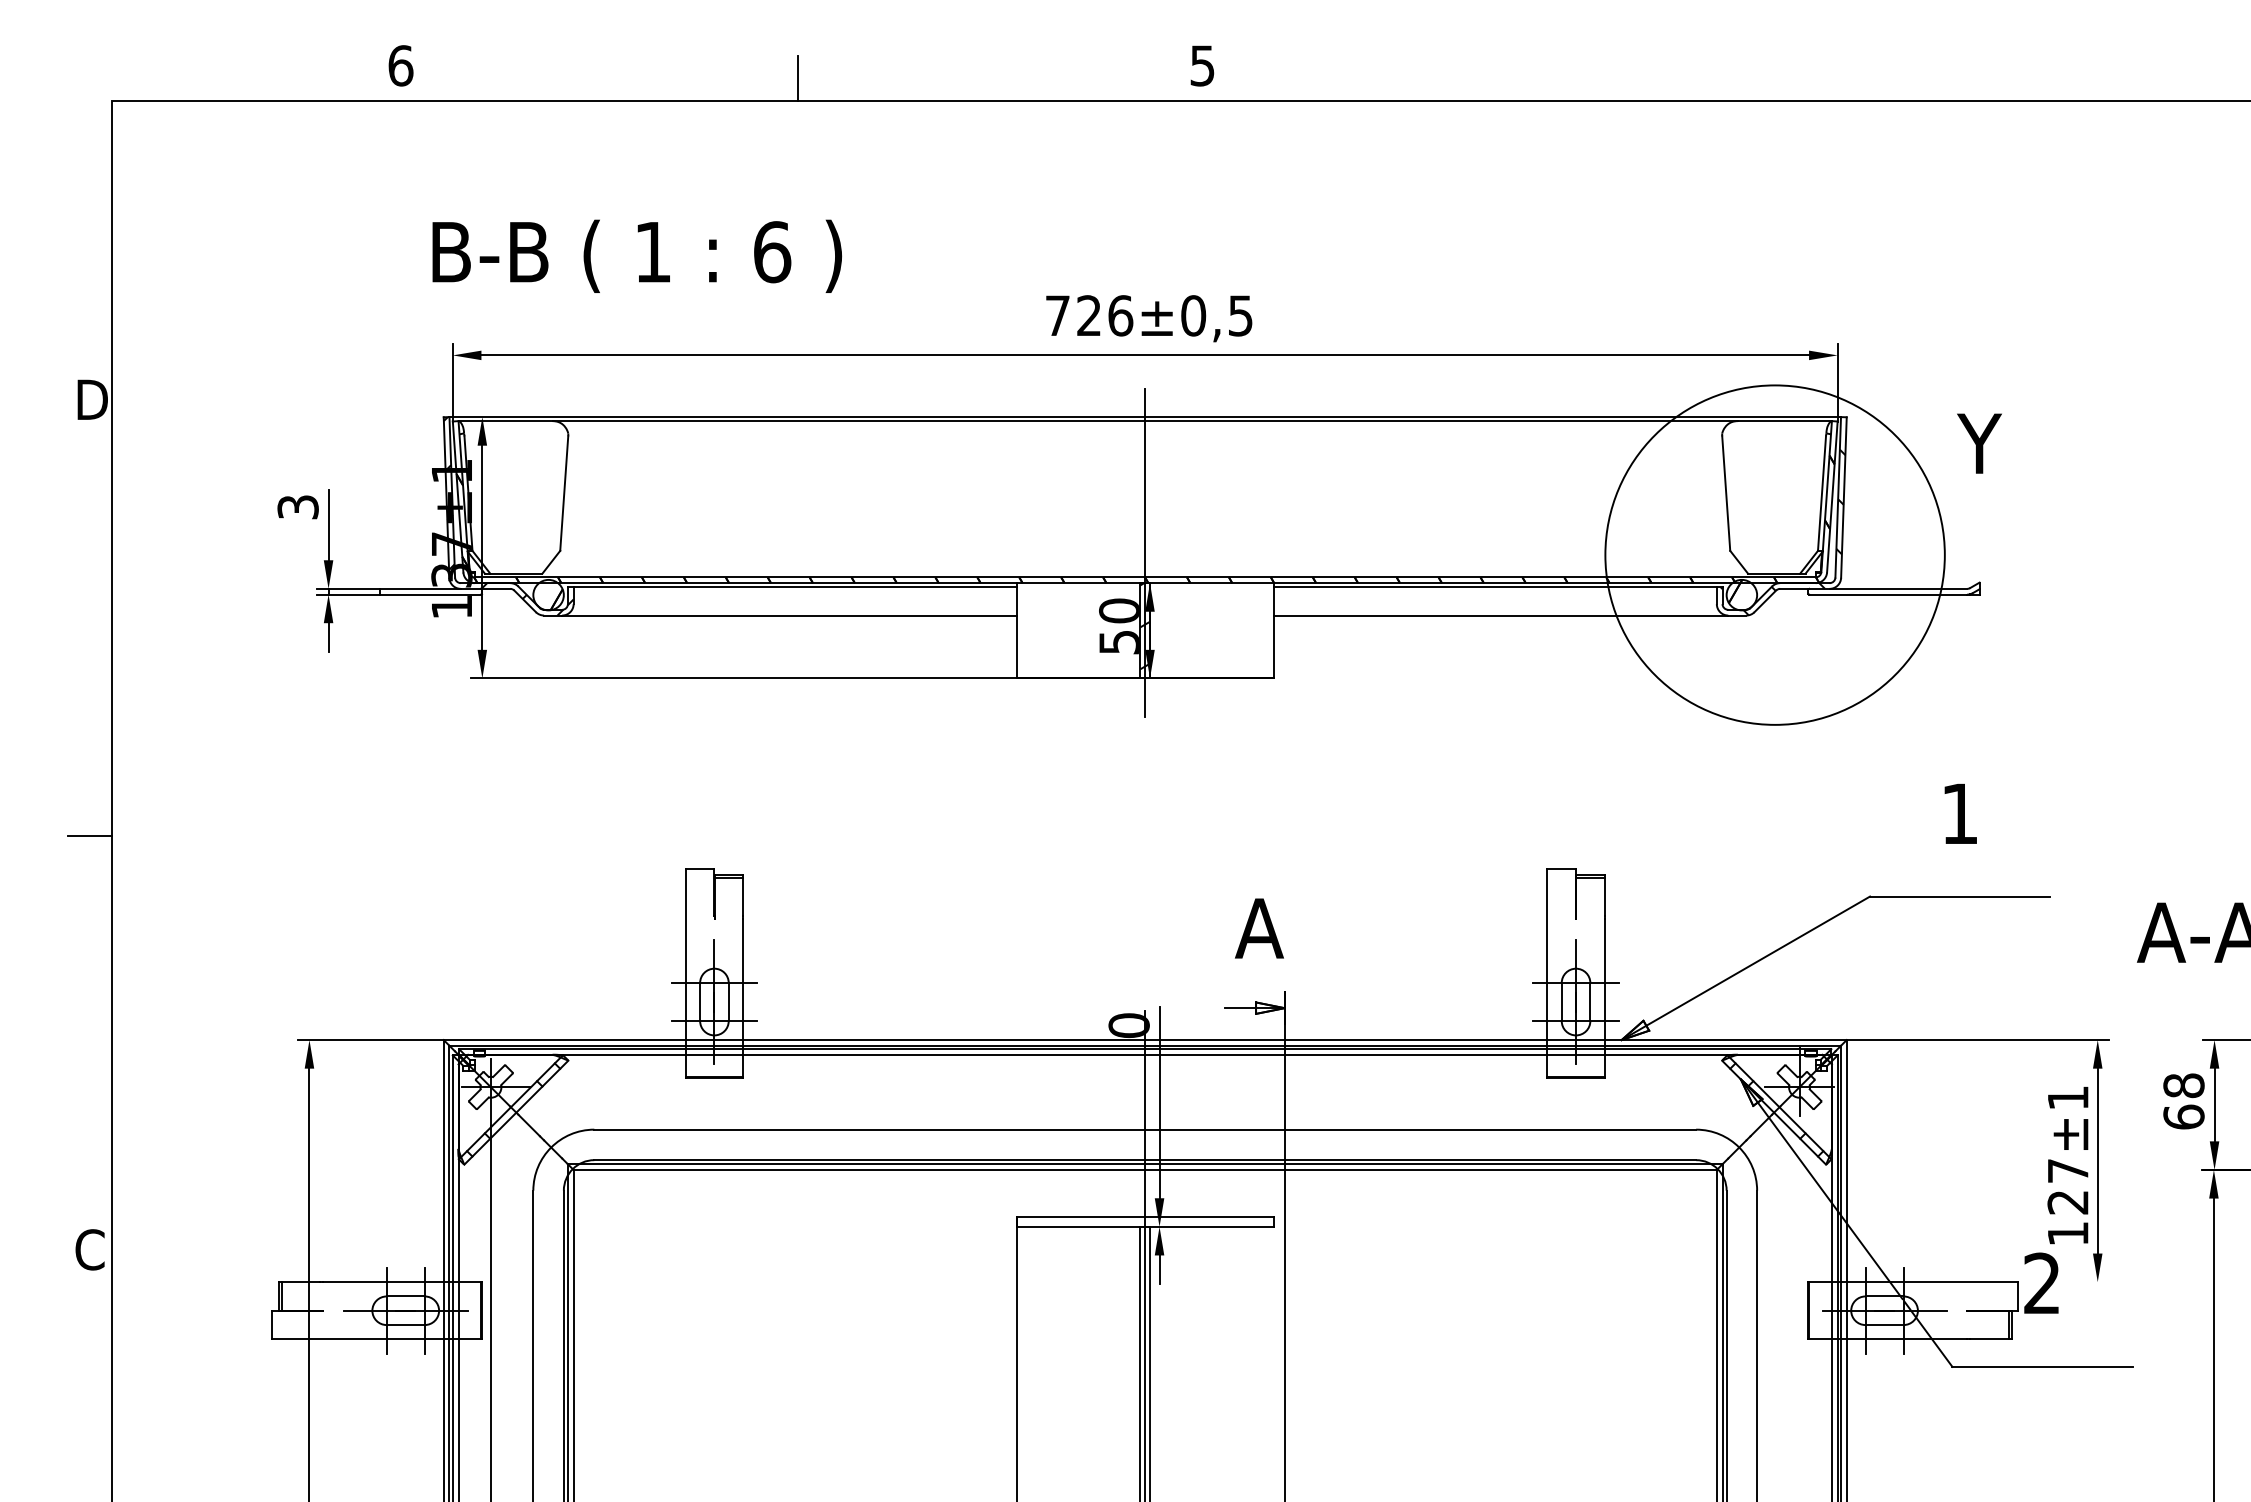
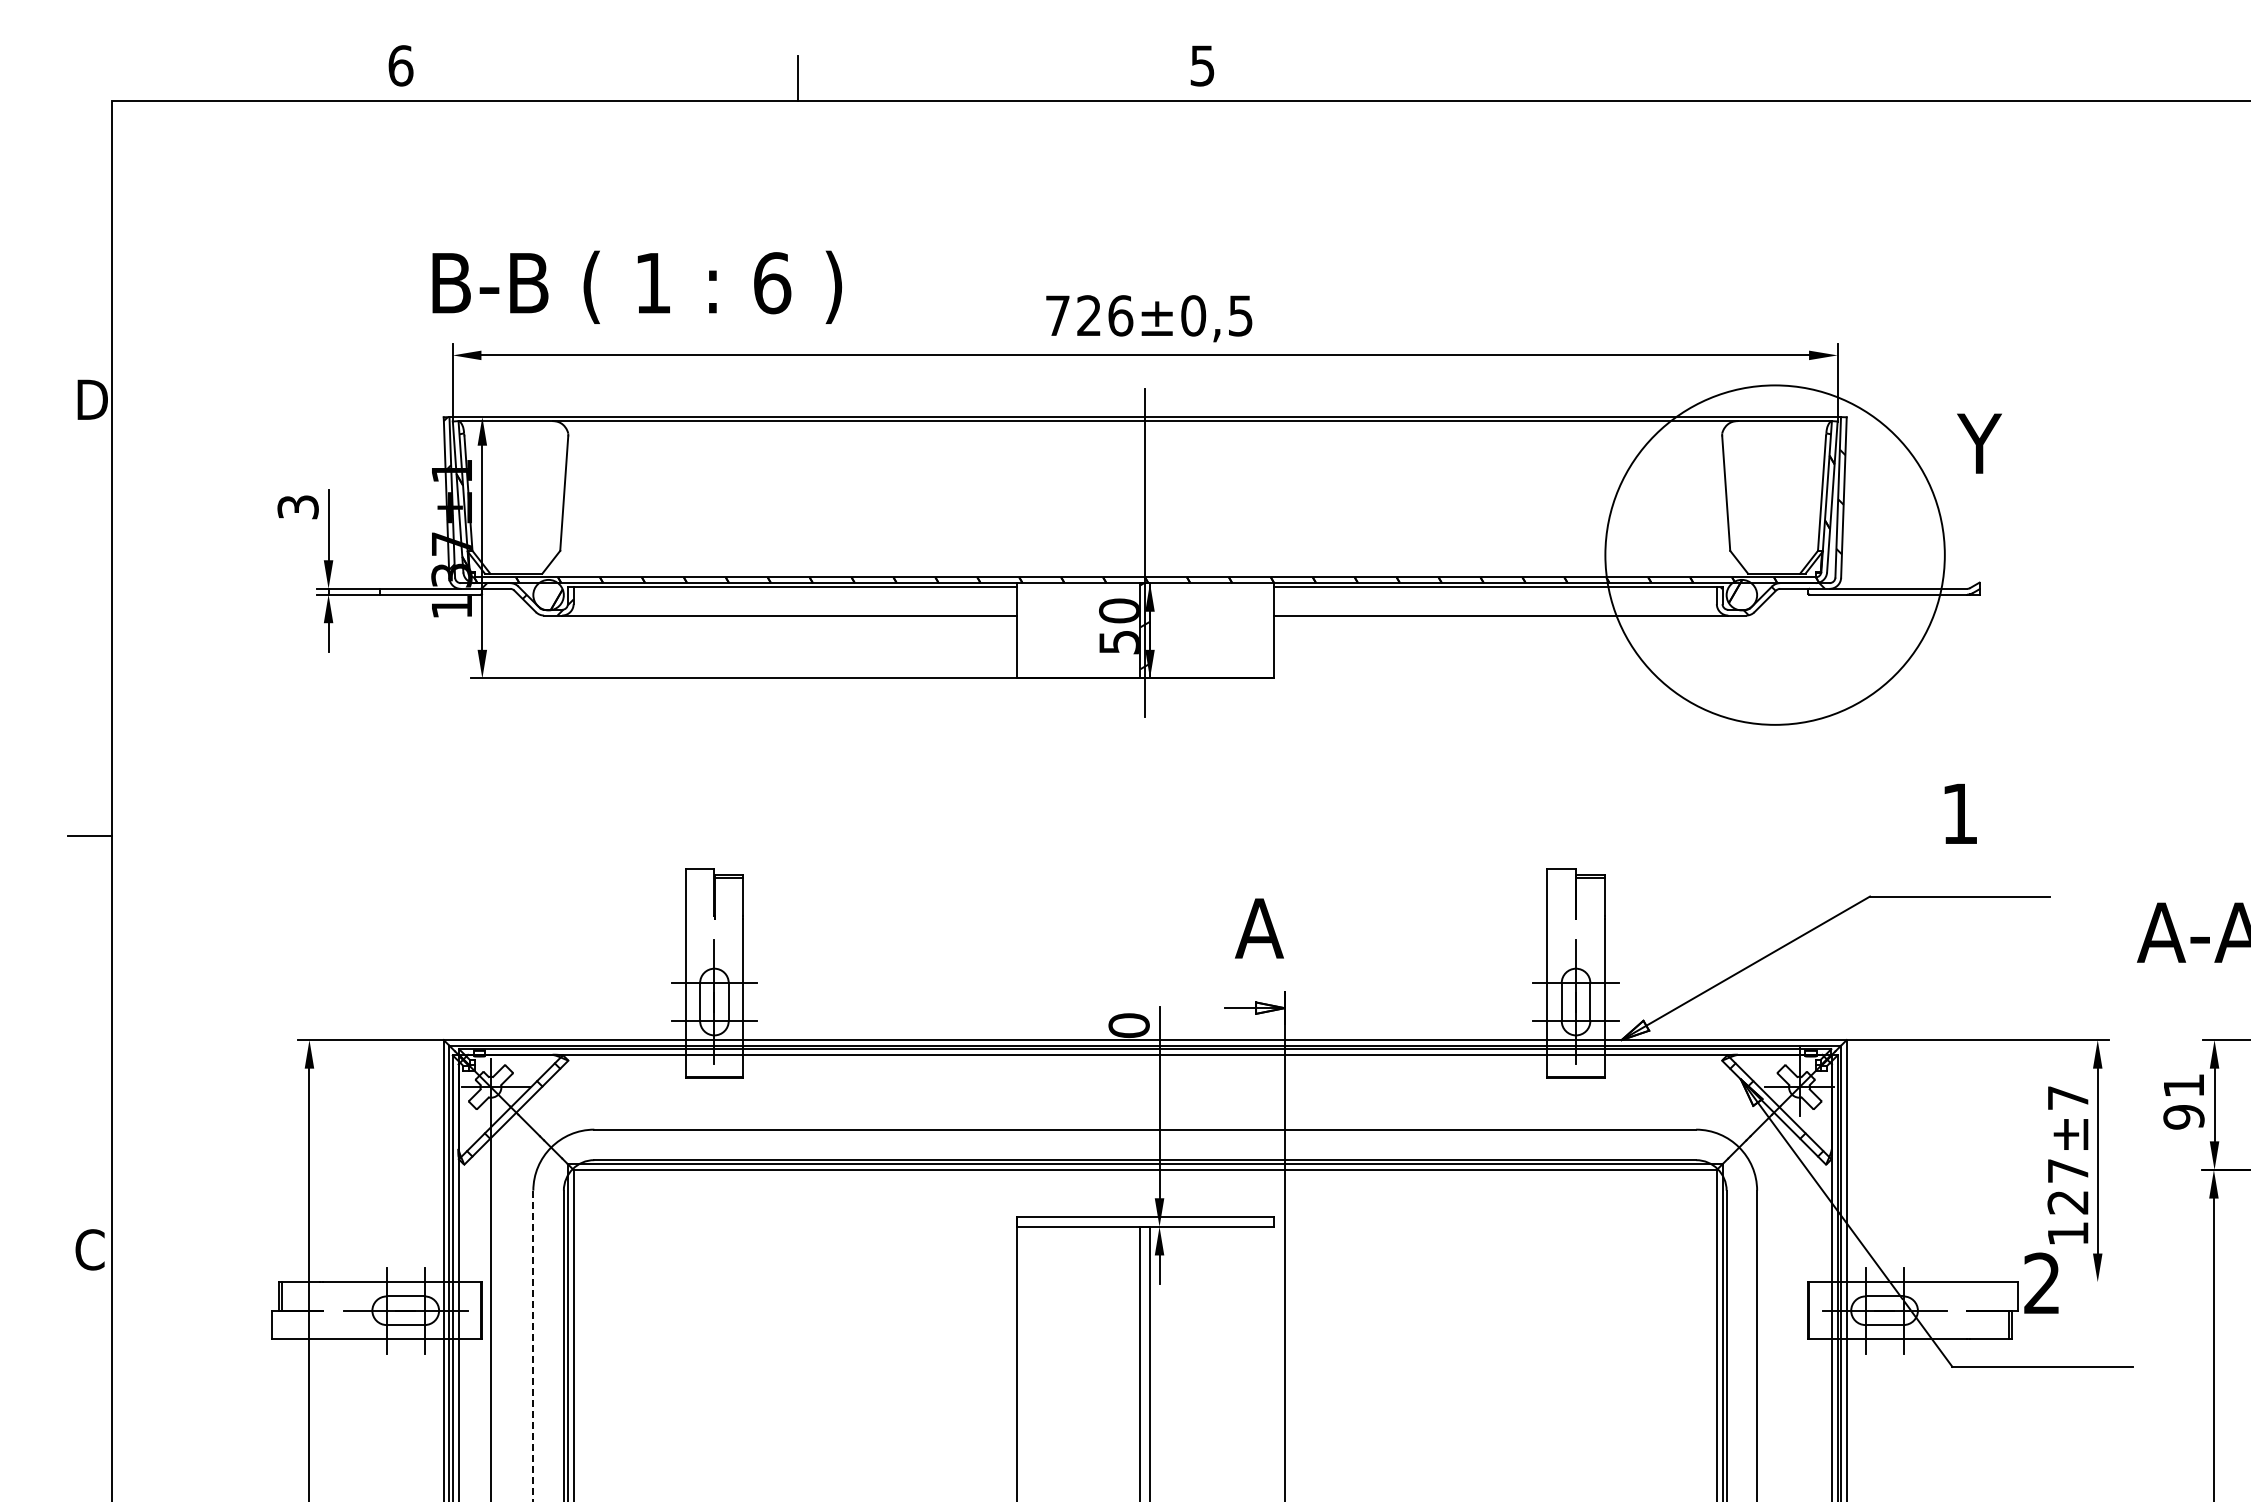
text at (636, 255) position: (636, 255) -> (636, 286)
text at (2068, 1097): ±1 -> ±7
text at (2183, 1101): 68 -> 91
line at (1145, 1254): present -> none
line at (533, 1346): solid -> dashed
